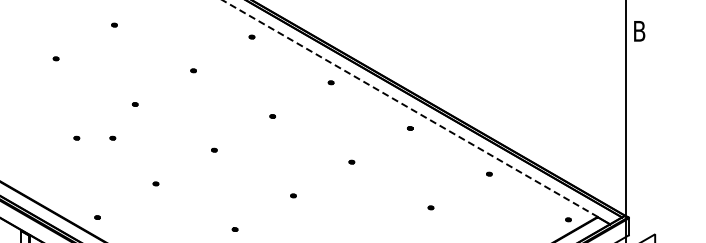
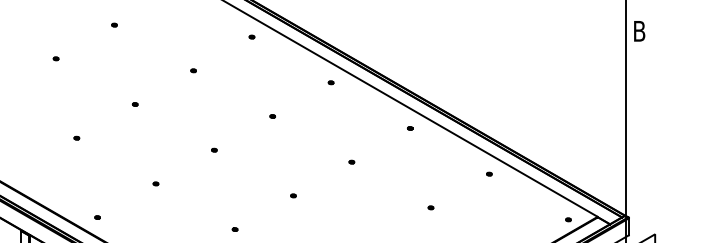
line at (410, 108): dashed -> solid
part at (112, 137): present -> none
